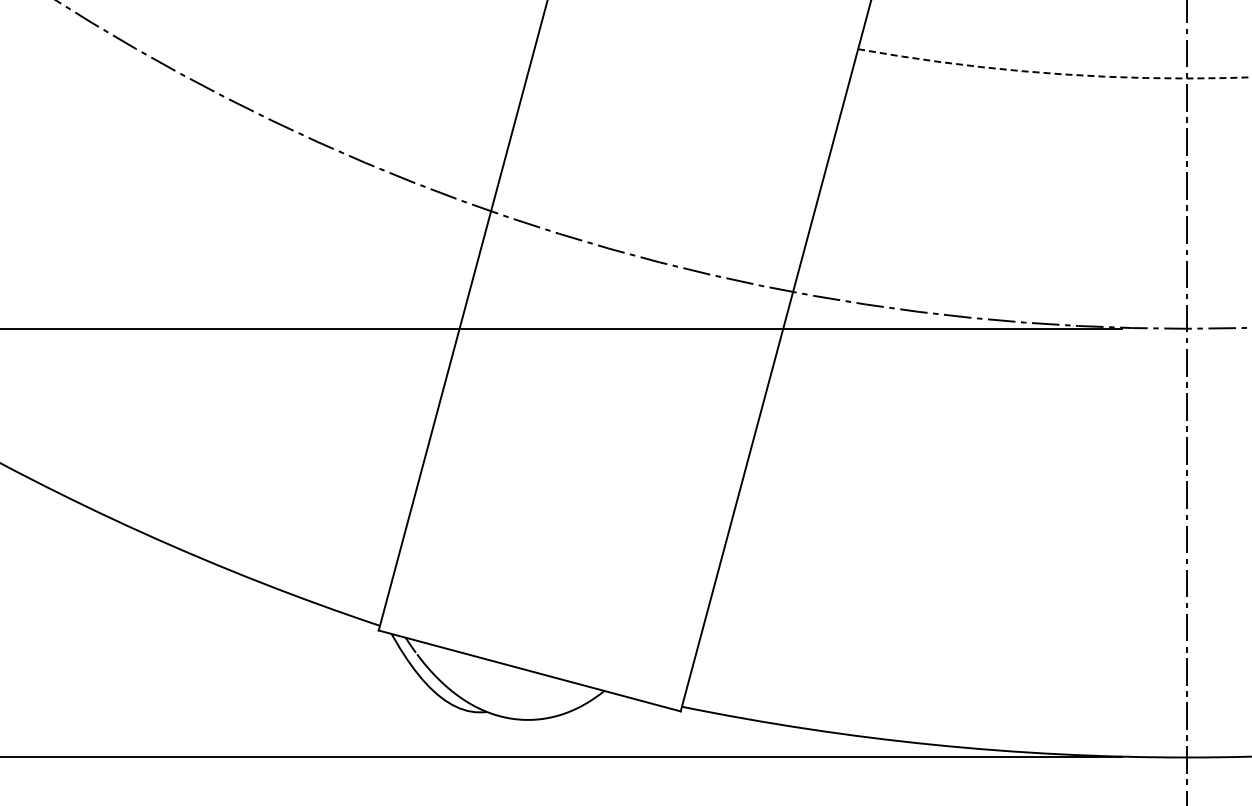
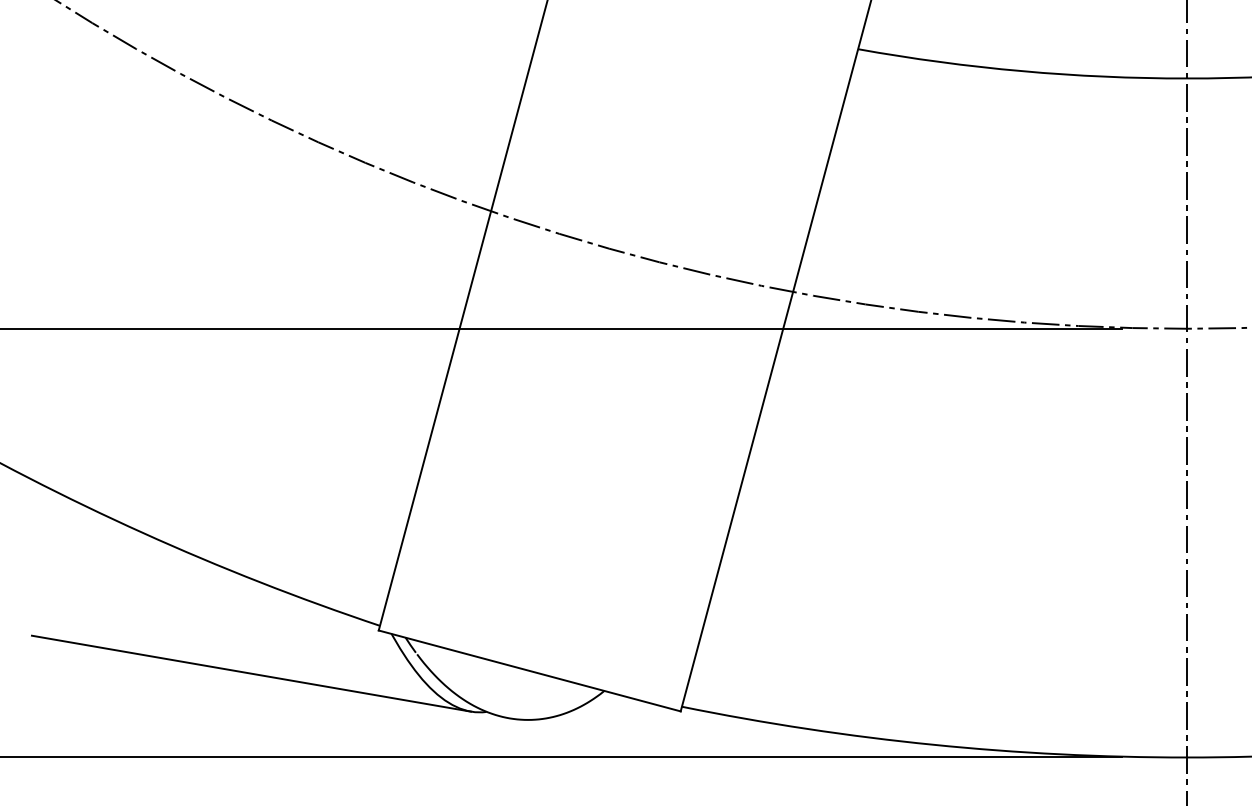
arc at (1055, 73): dashed -> solid
line at (251, 673): none -> present
